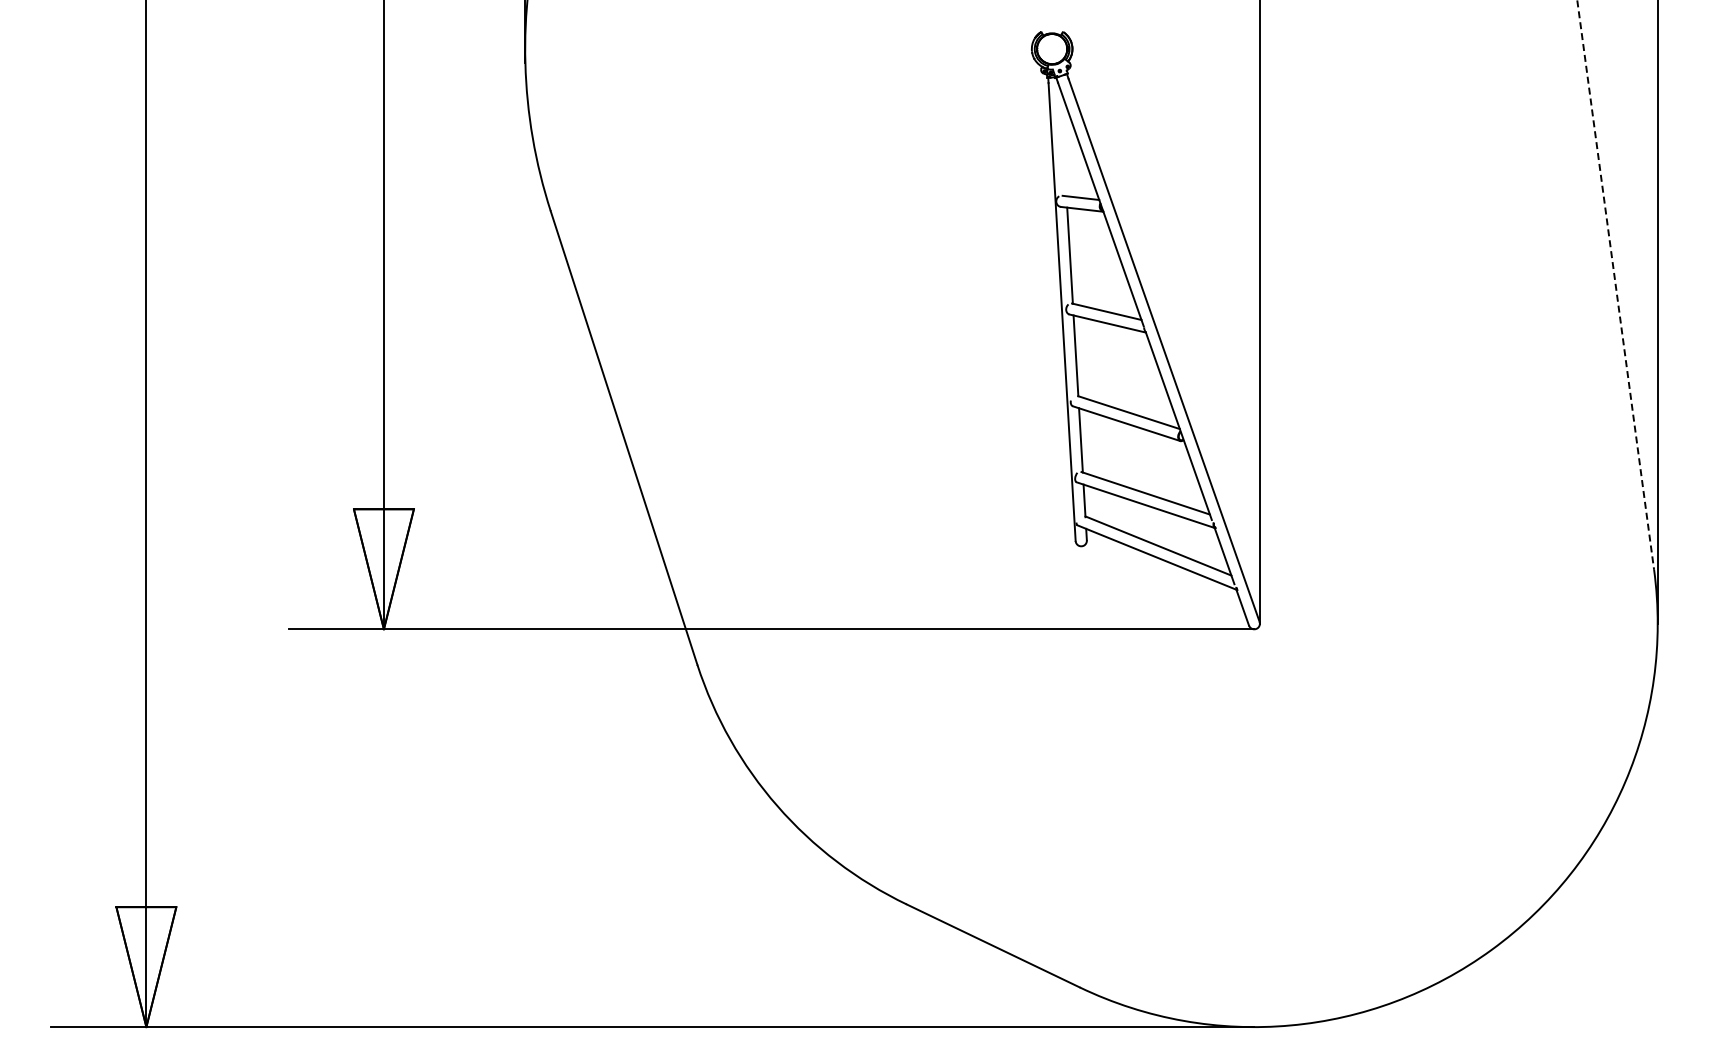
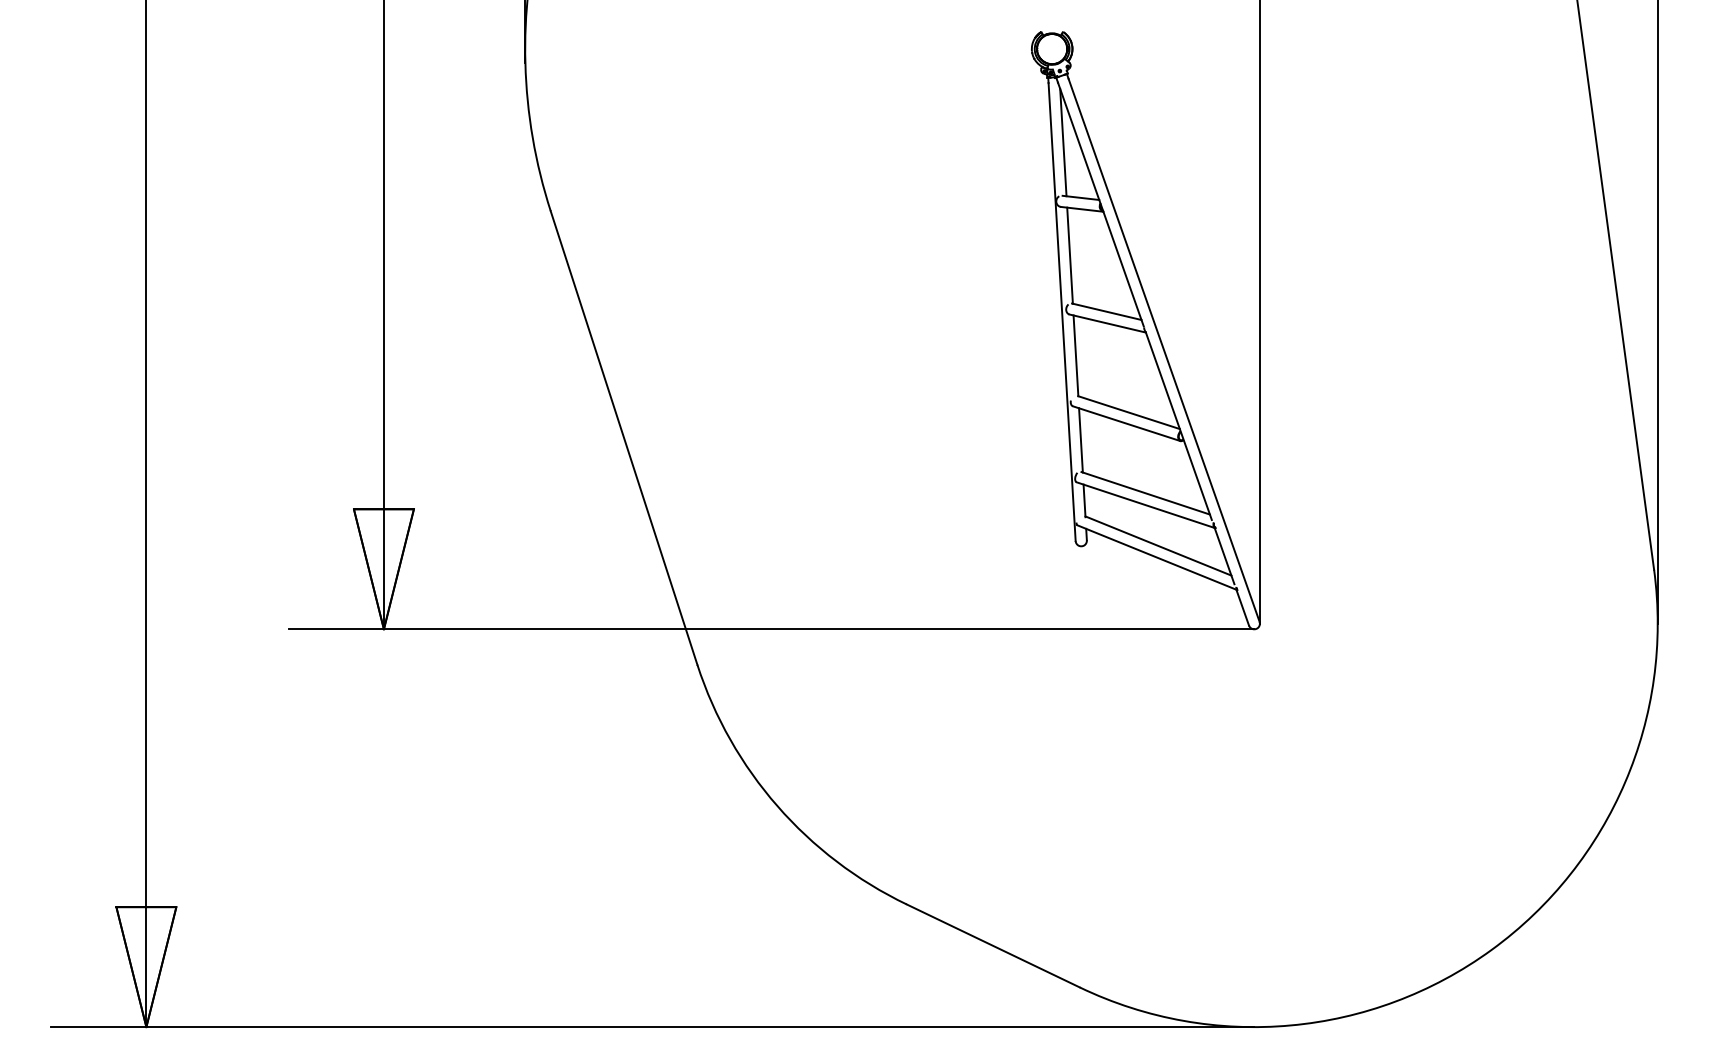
line at (1063, 142): none -> present
line at (1615, 285): dashed -> solid
